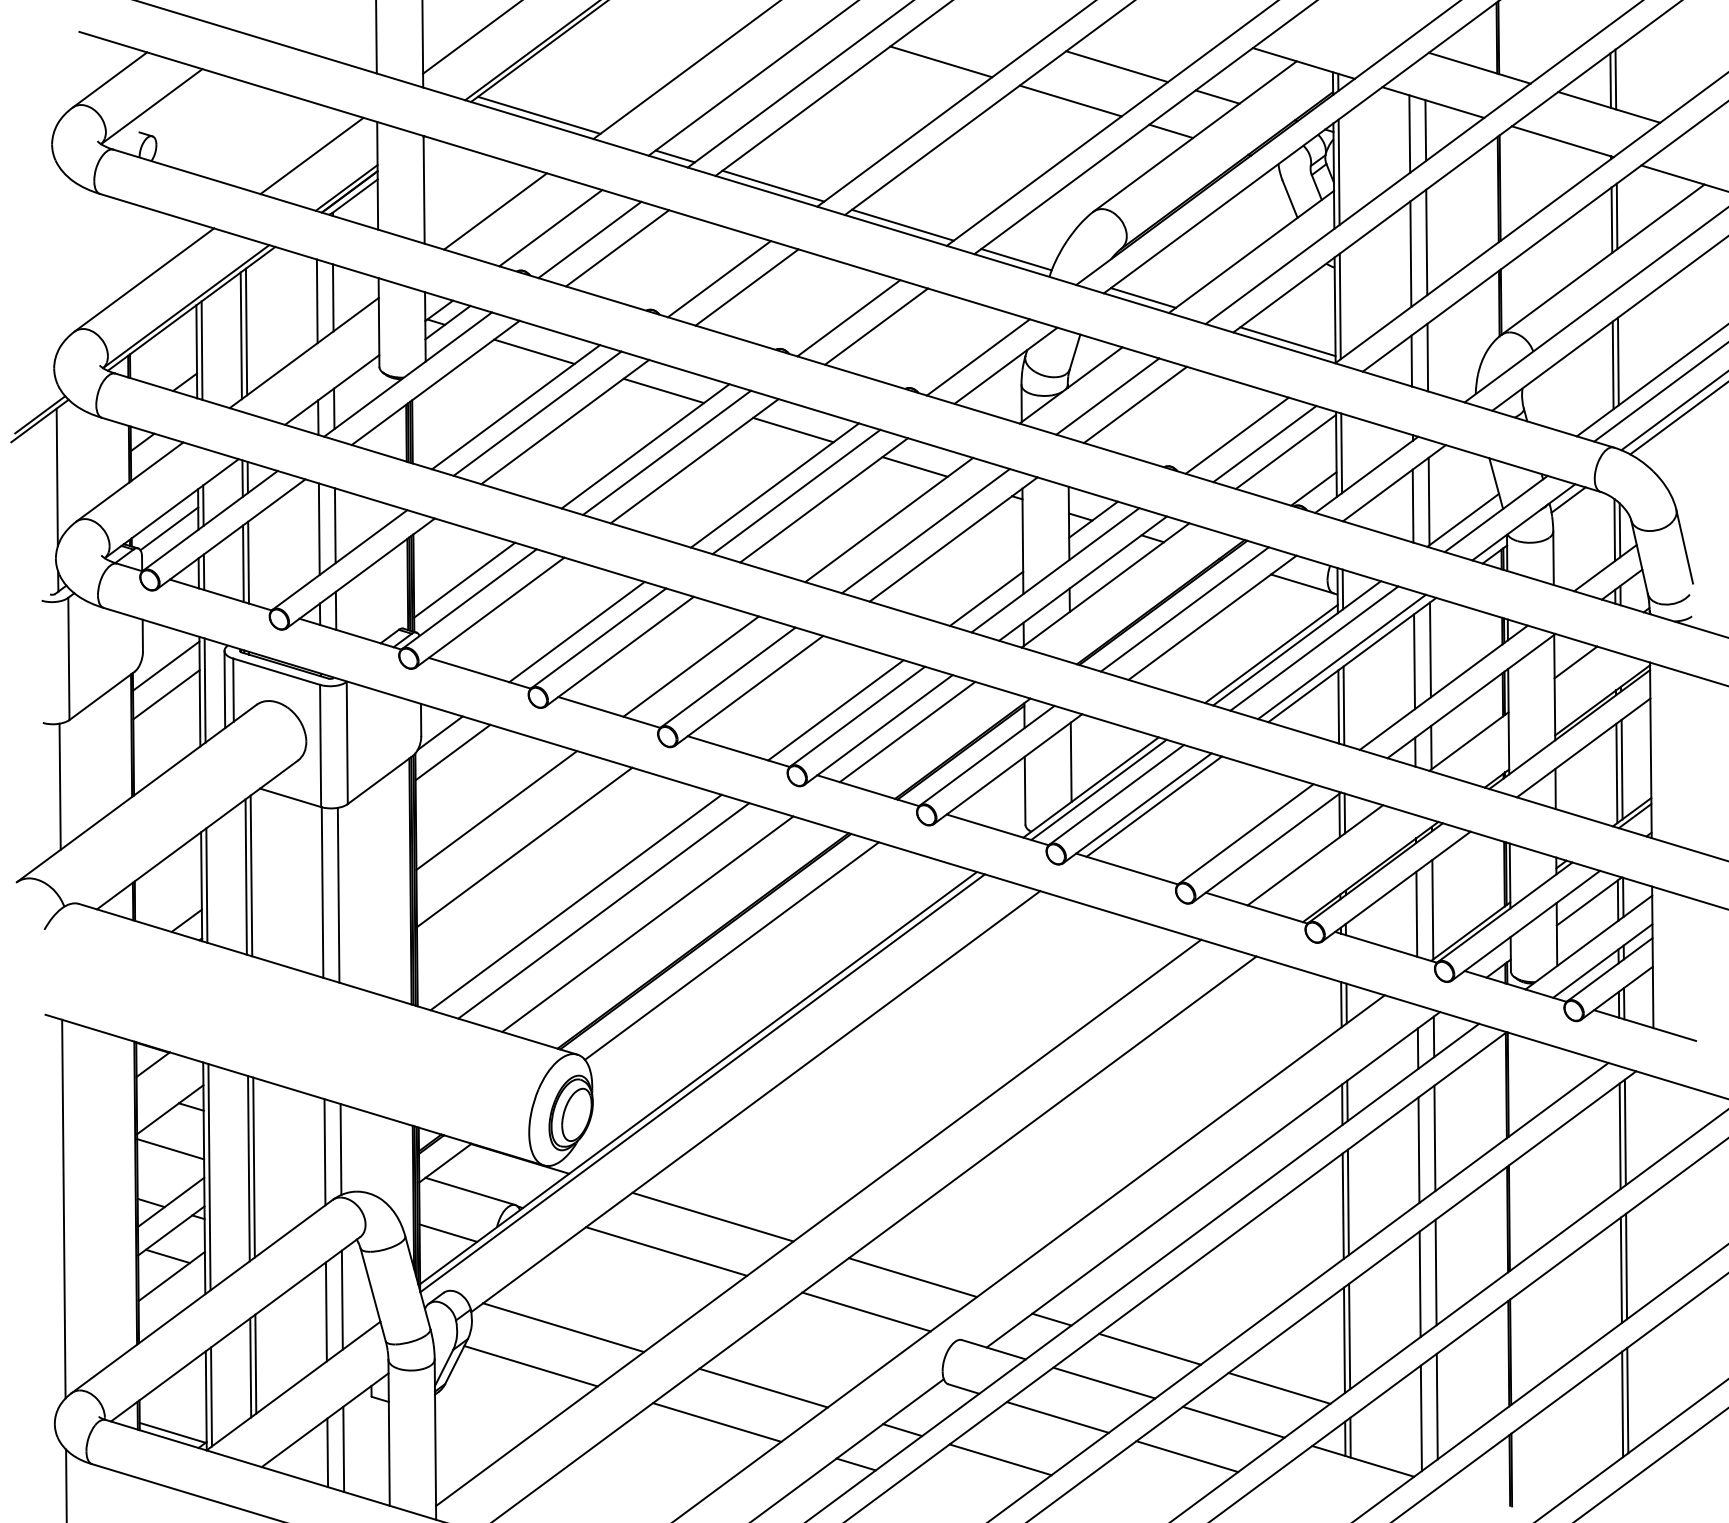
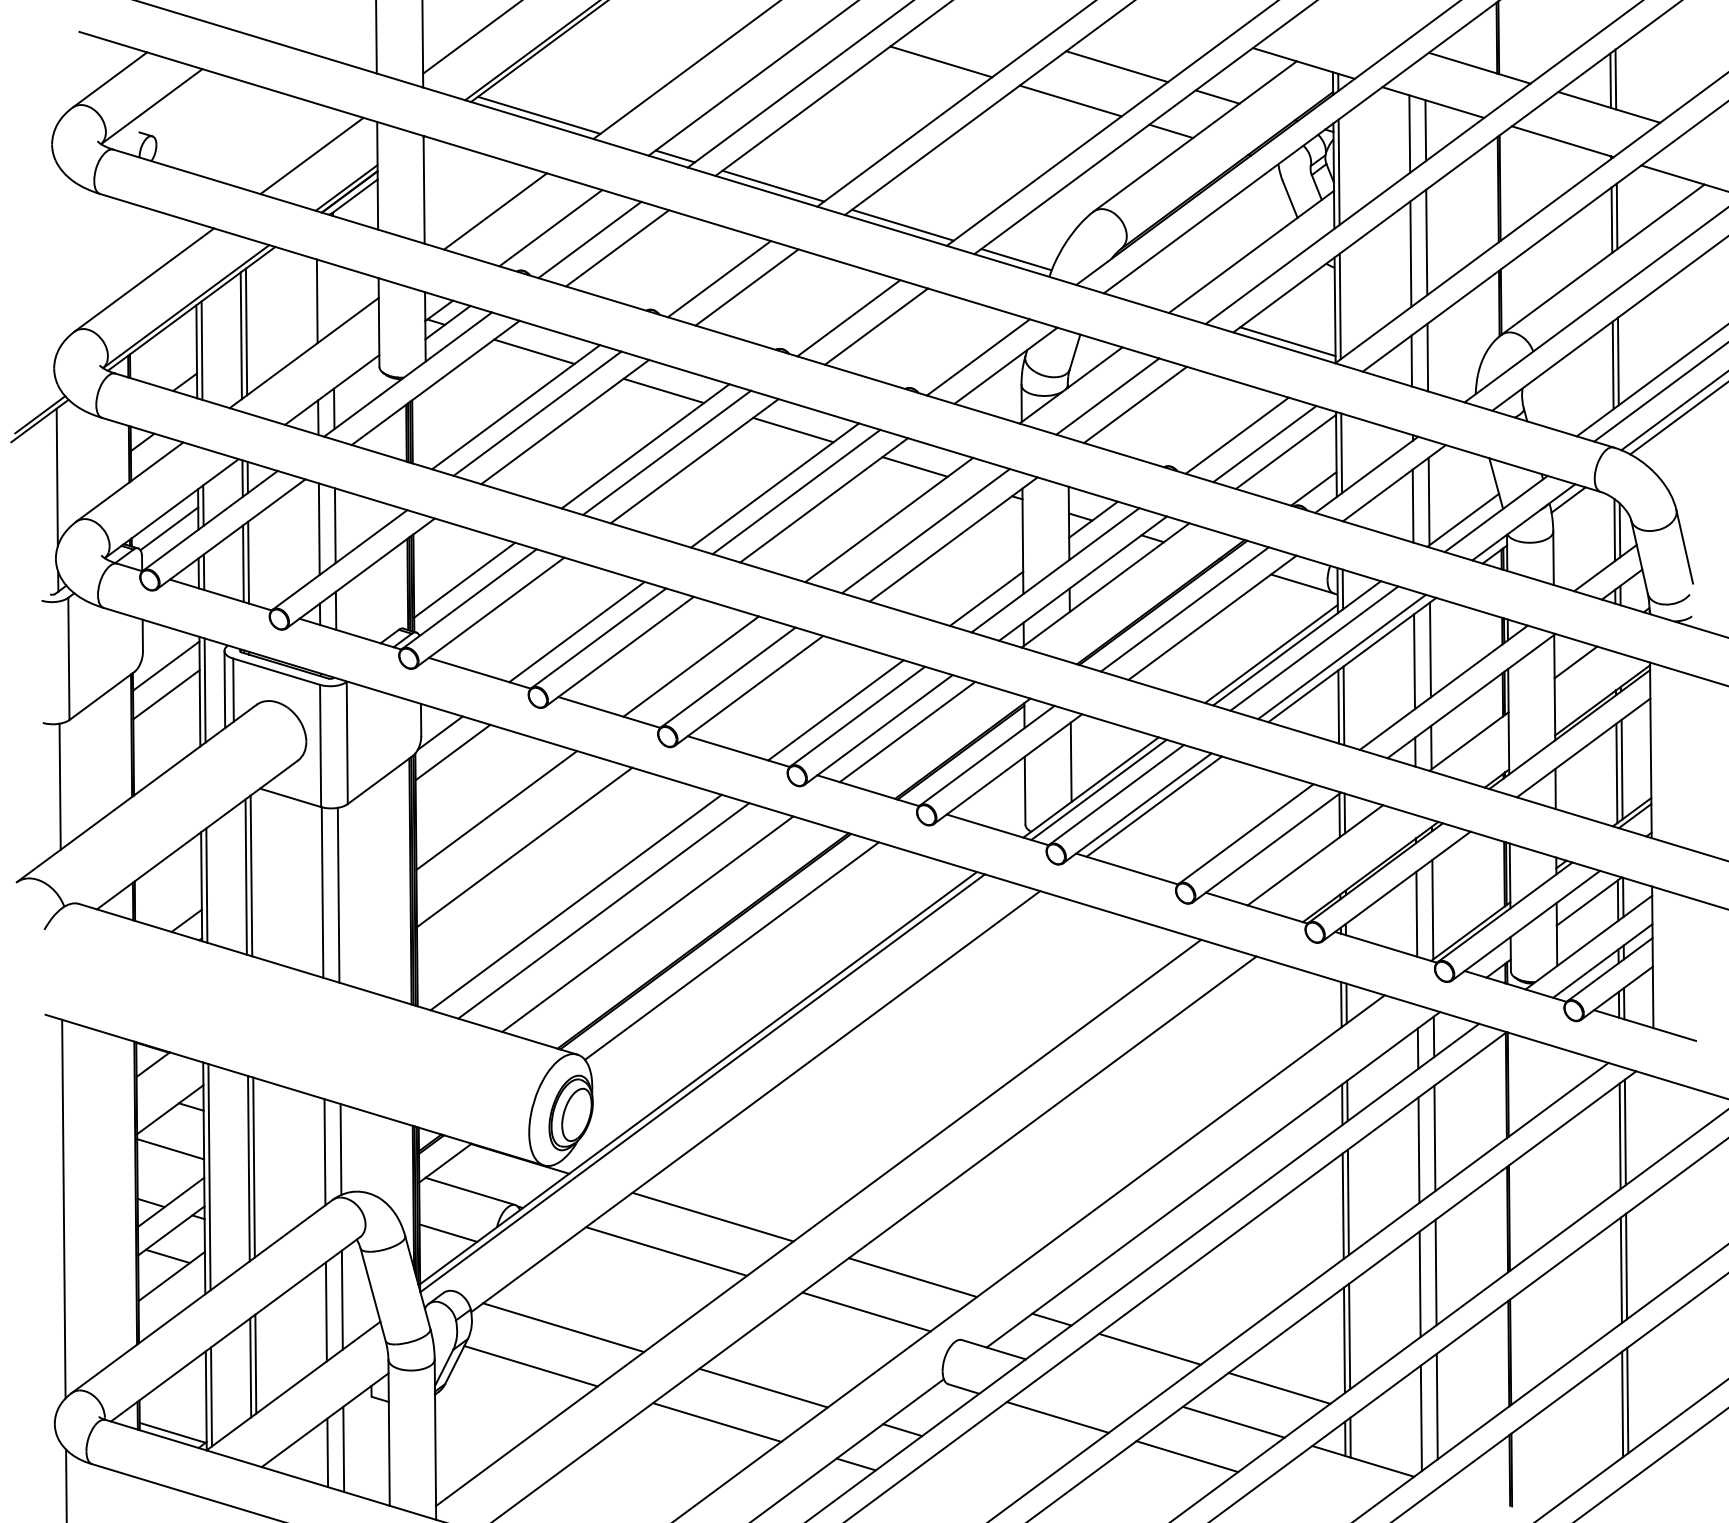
line at (333, 297): present -> none
line at (1143, 297): present -> none
line at (1104, 1382): present -> none
line at (1000, 1459): present -> none
